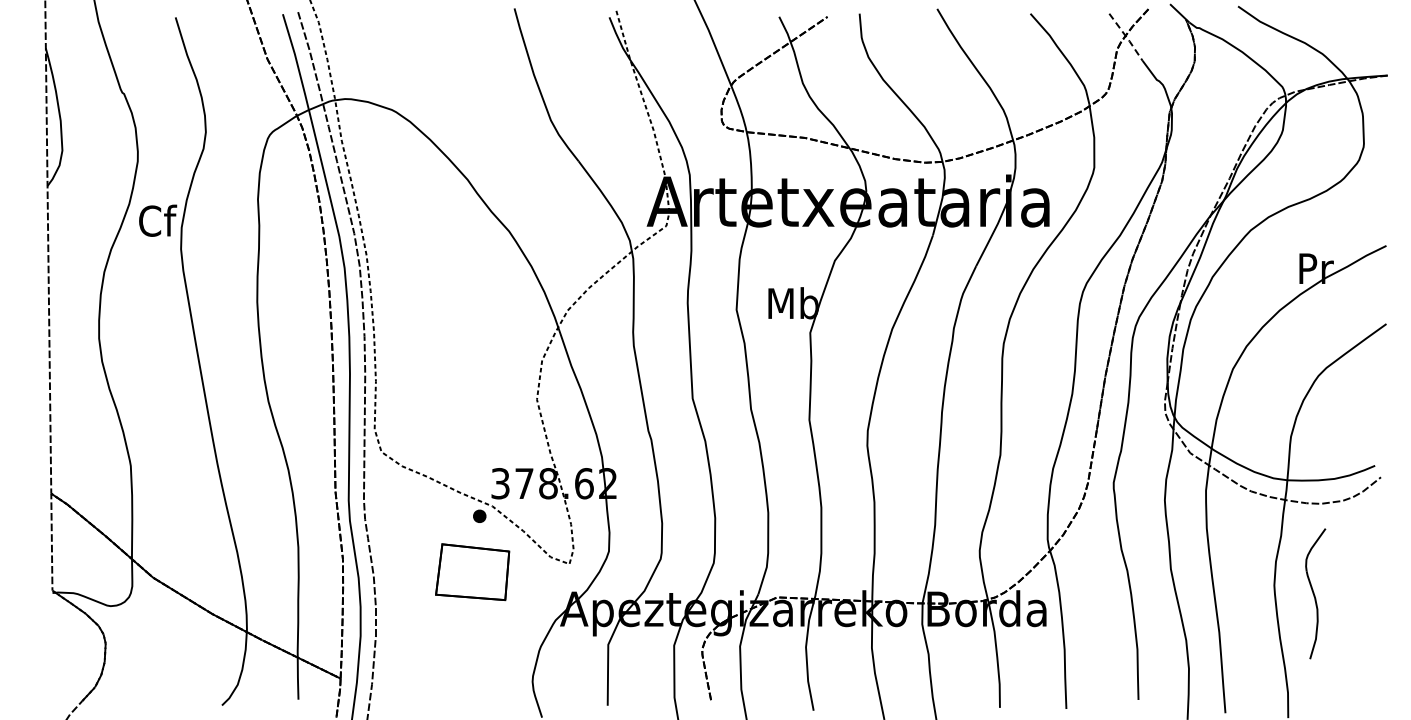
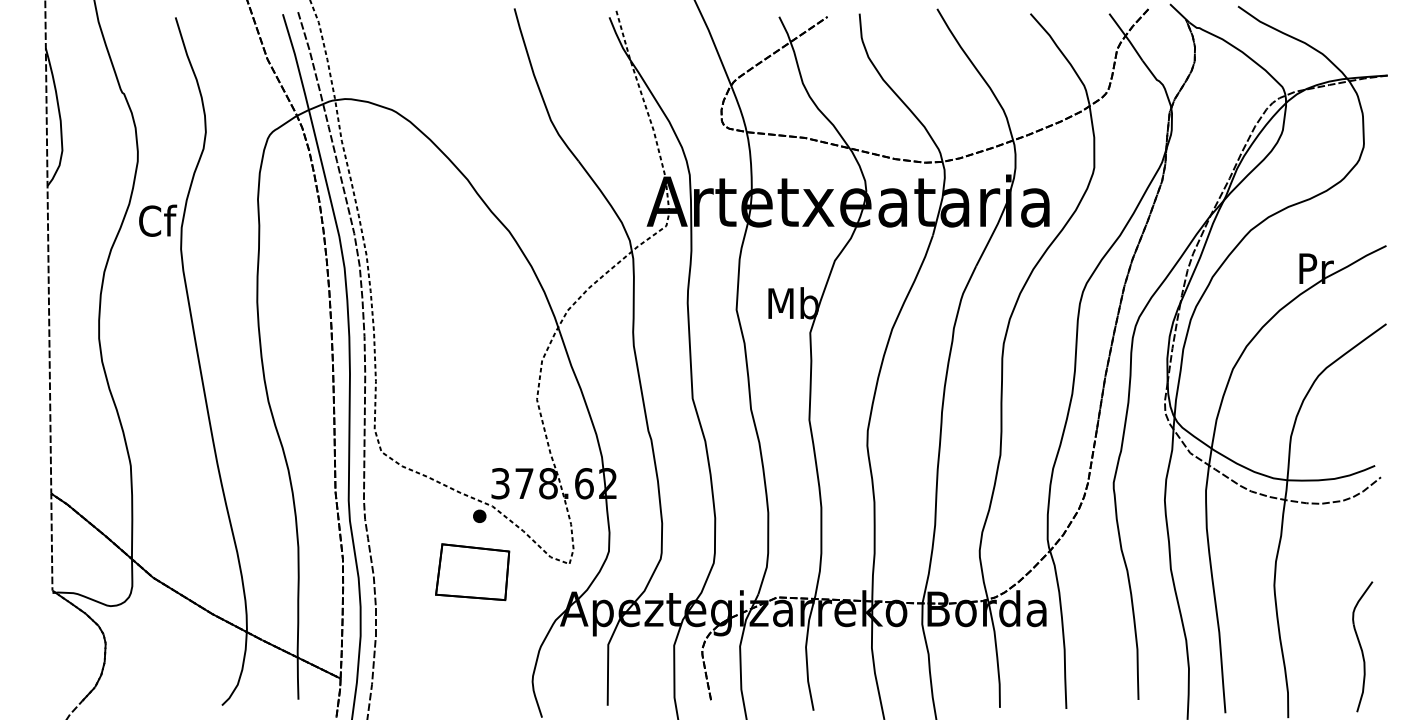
line at (1126, 36): dashed -> solid
part at (1315, 593) position: (1315, 593) -> (1362, 646)
